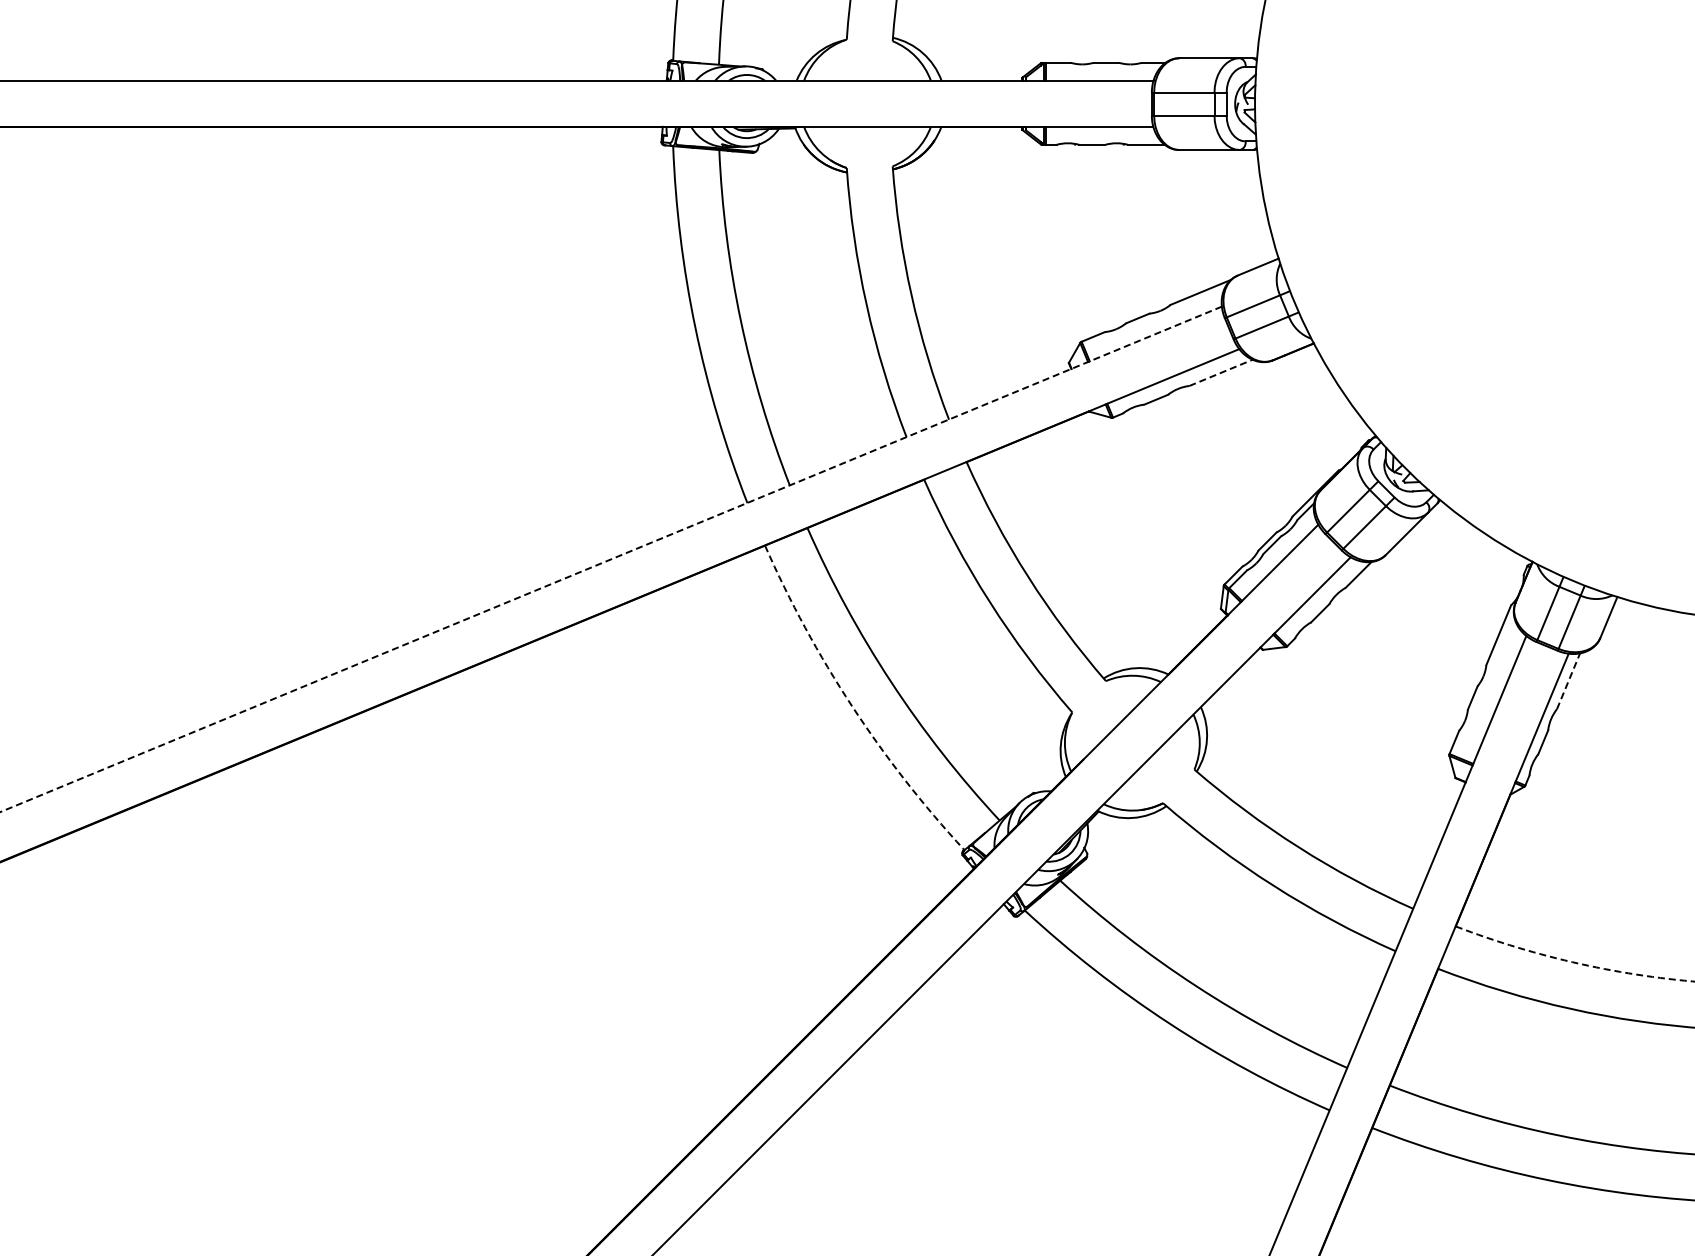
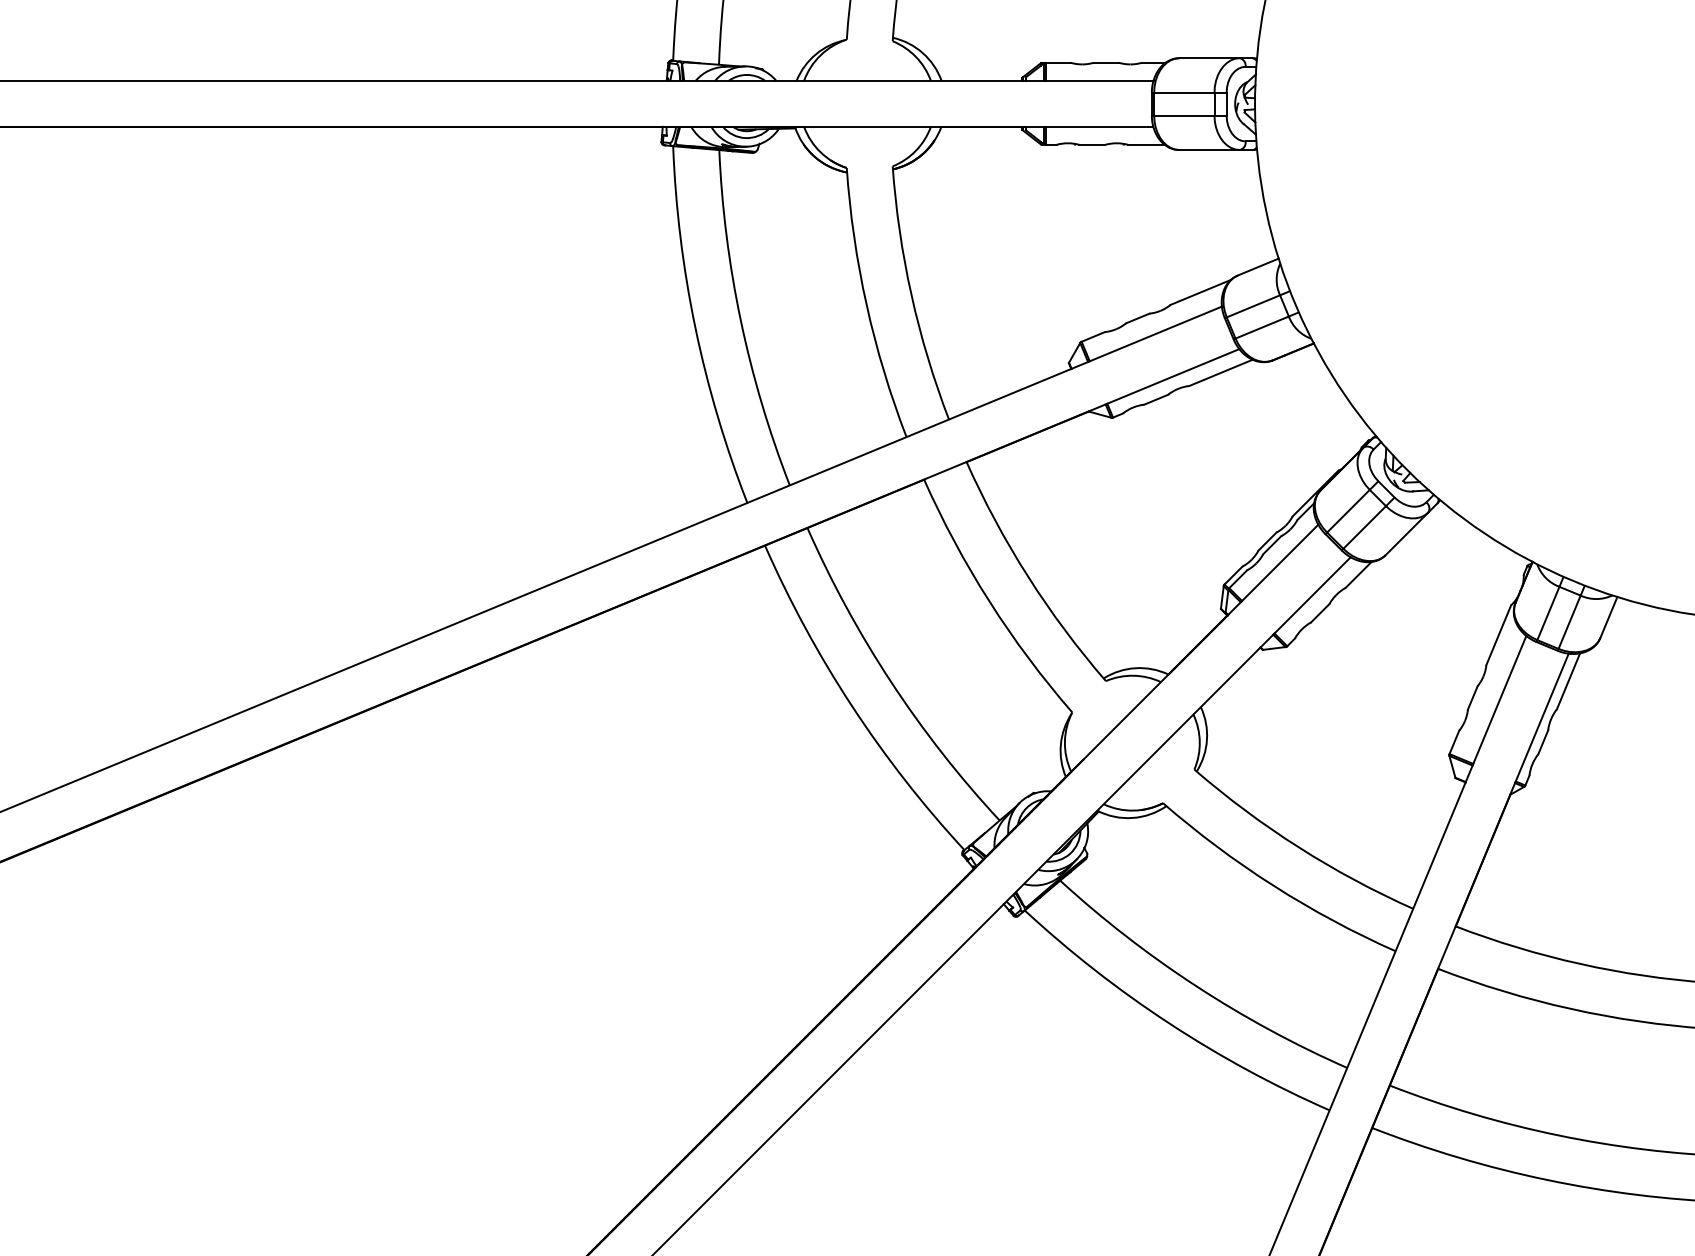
line at (1221, 372): dashed -> solid
line at (611, 559): dashed -> solid
line at (1568, 680): dashed -> solid
arc at (852, 706): dashed -> solid
arc at (1573, 962): dashed -> solid
